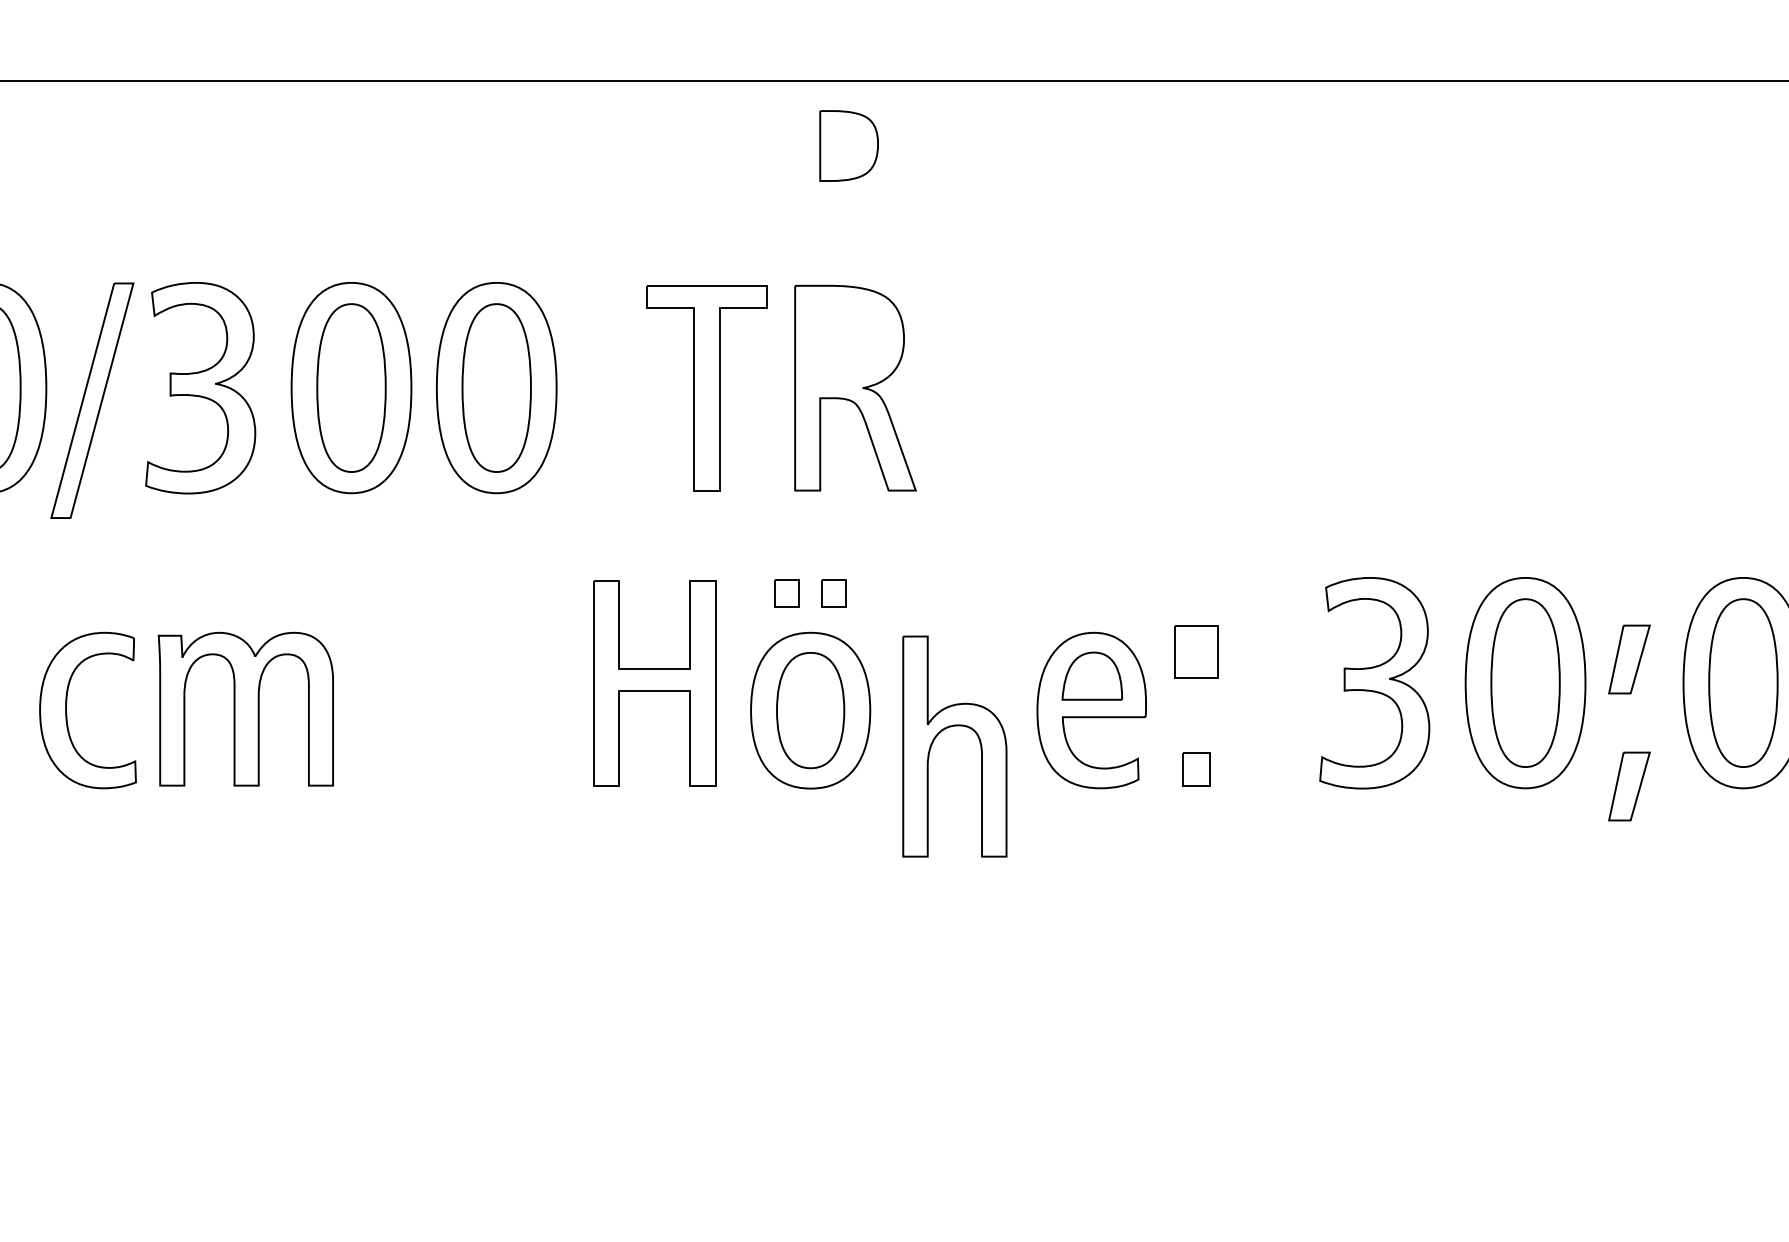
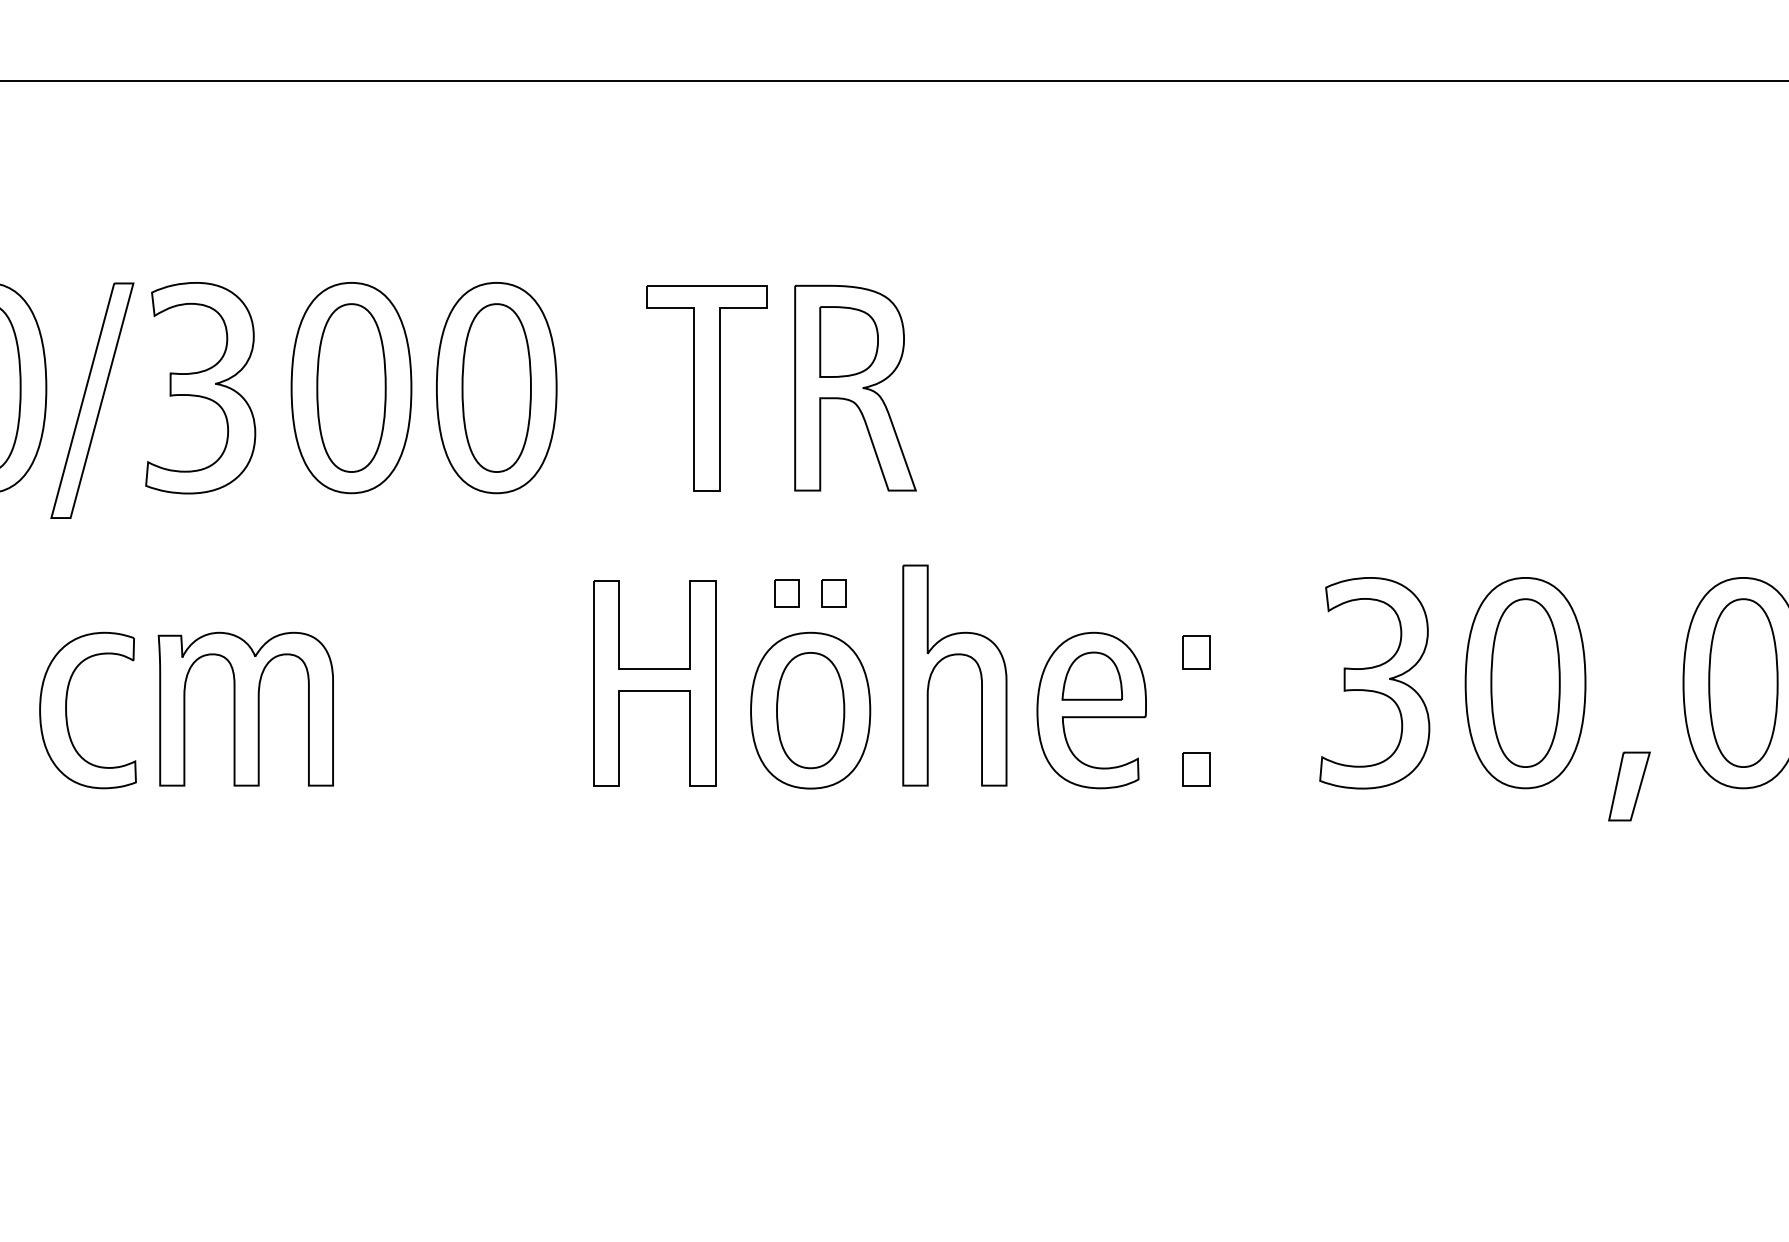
part at (848, 145) position: (848, 145) -> (848, 341)
part at (1196, 651) size: 45x54 px -> 29x35 px
part at (1629, 659): present -> none
part at (941, 732) position: (941, 732) -> (941, 661)
